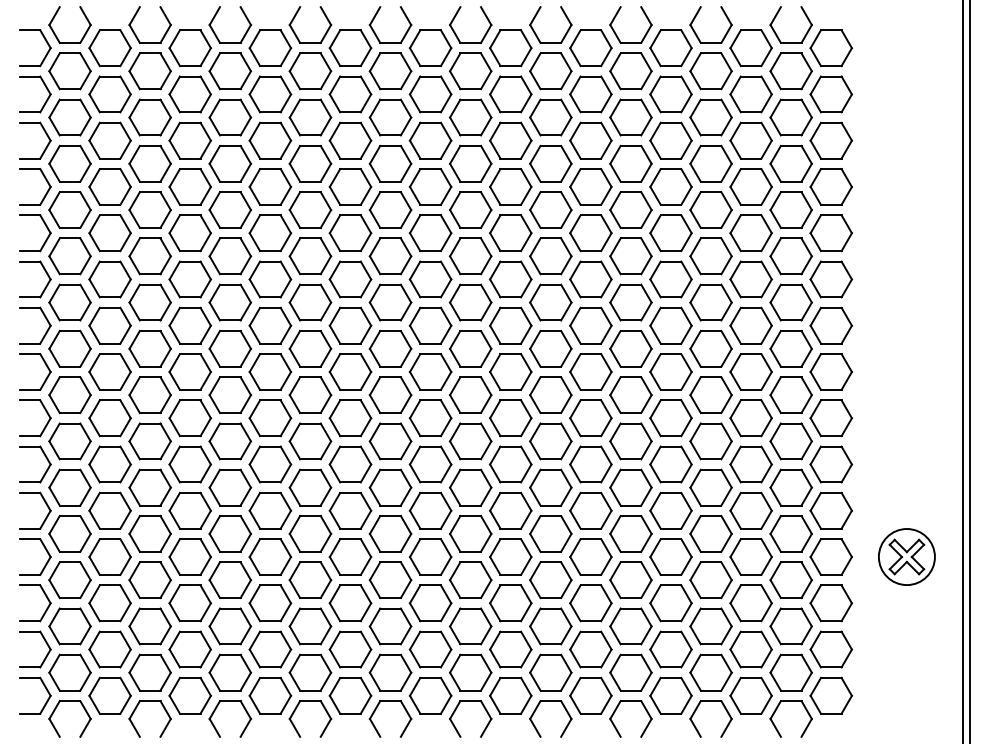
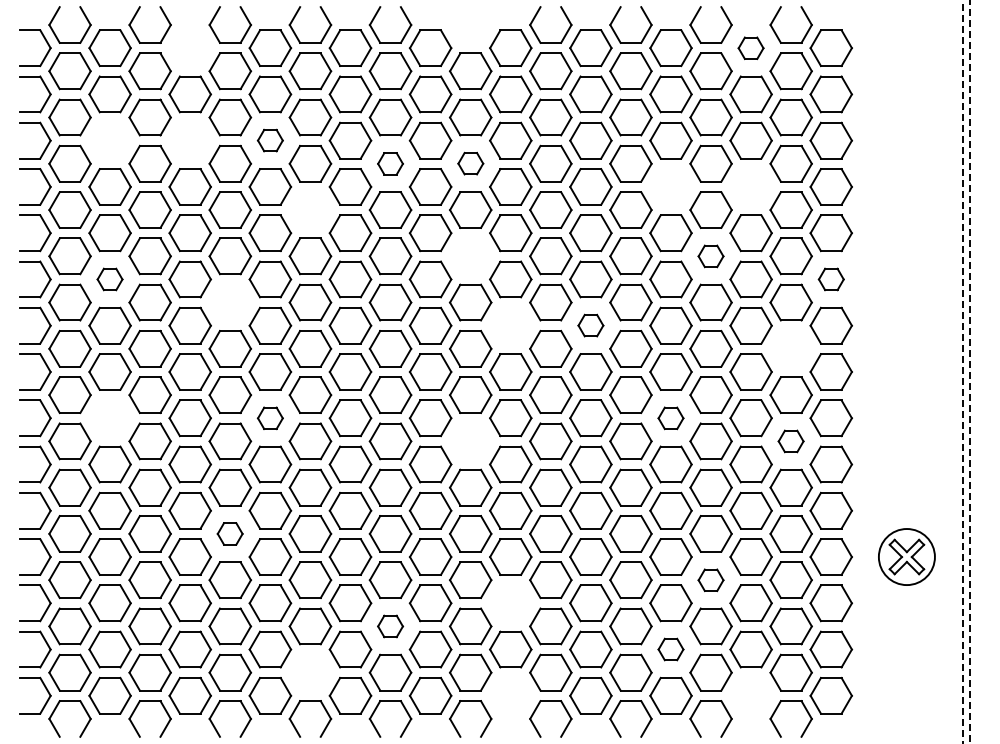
part at (456, 16): present -> none
part at (189, 48): present -> none
part at (750, 48) size: 44x39 px -> 28x25 px
part at (109, 140): present -> none
part at (189, 140): present -> none
part at (270, 140) size: 45x39 px -> 28x25 px
part at (390, 163) size: 45x38 px -> 27x24 px
part at (470, 163) size: 44x39 px -> 28x25 px
part at (670, 186): present -> none
part at (750, 186): present -> none
part at (310, 209): present -> none
part at (470, 256): present -> none
part at (710, 256) size: 44x39 px -> 28x25 px
part at (109, 279) size: 44x39 px -> 28x25 px
part at (831, 279) size: 45x39 px -> 28x25 px
part at (230, 302): present -> none
part at (510, 325): present -> none
part at (590, 325) size: 44x39 px -> 28x25 px
part at (790, 348): present -> none
line at (962, 372): solid -> dashed
line at (970, 372): solid -> dashed
part at (109, 418): present -> none
part at (270, 418) size: 45x39 px -> 28x25 px
part at (670, 418) size: 44x39 px -> 28x25 px
part at (470, 441): present -> none
part at (790, 441) size: 44x39 px -> 28x25 px
part at (229, 533) size: 44x38 px -> 28x24 px
part at (710, 580) size: 44x39 px -> 28x25 px
part at (510, 603): present -> none
part at (390, 626) size: 45x39 px -> 28x25 px
part at (670, 649) size: 44x39 px -> 28x25 px
part at (310, 672): present -> none
part at (510, 695): present -> none
part at (750, 695): present -> none
